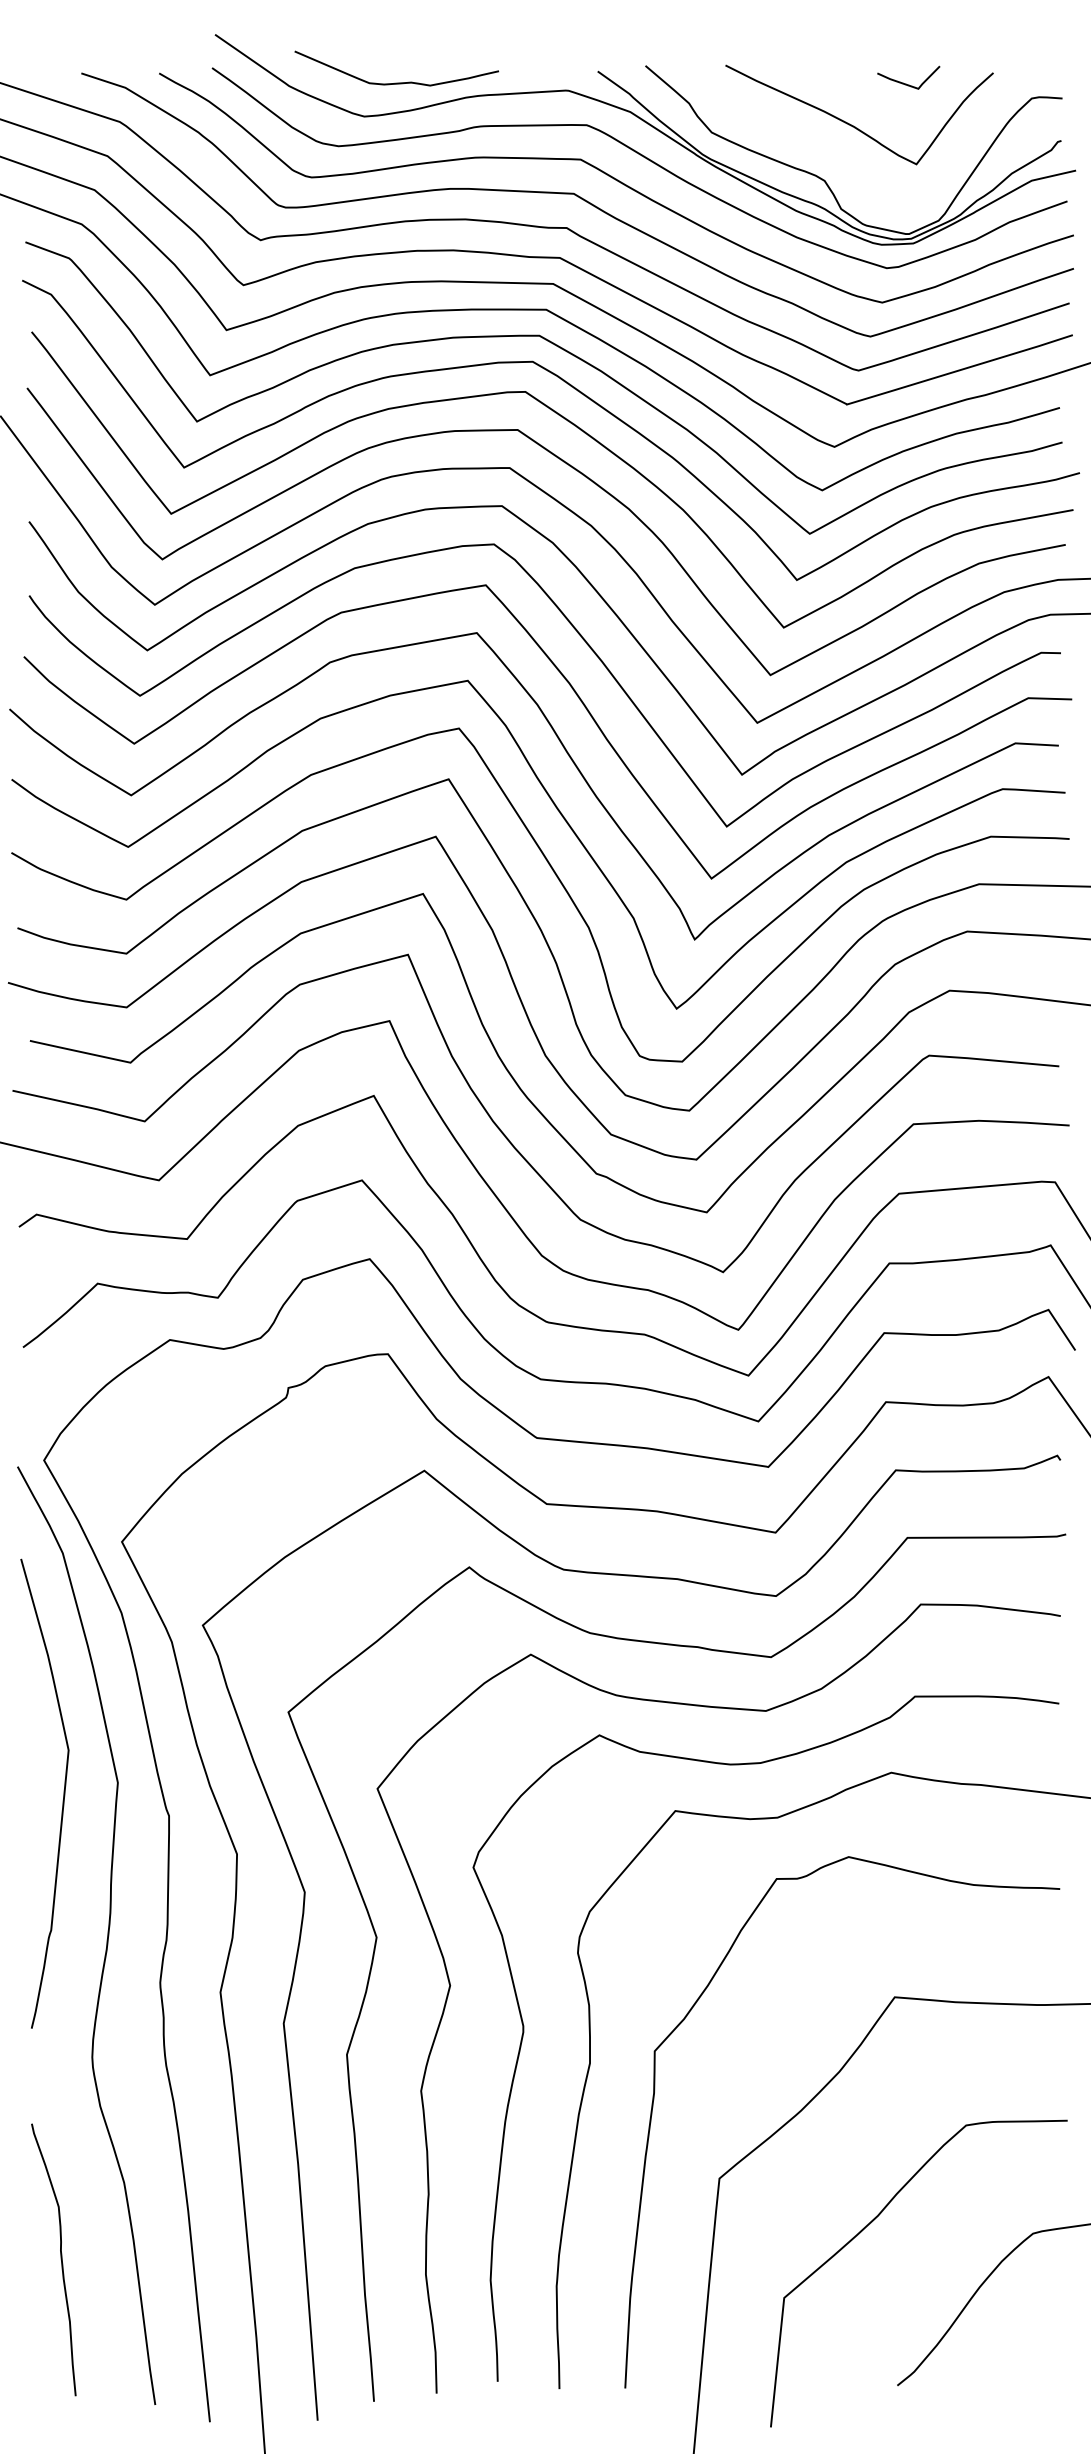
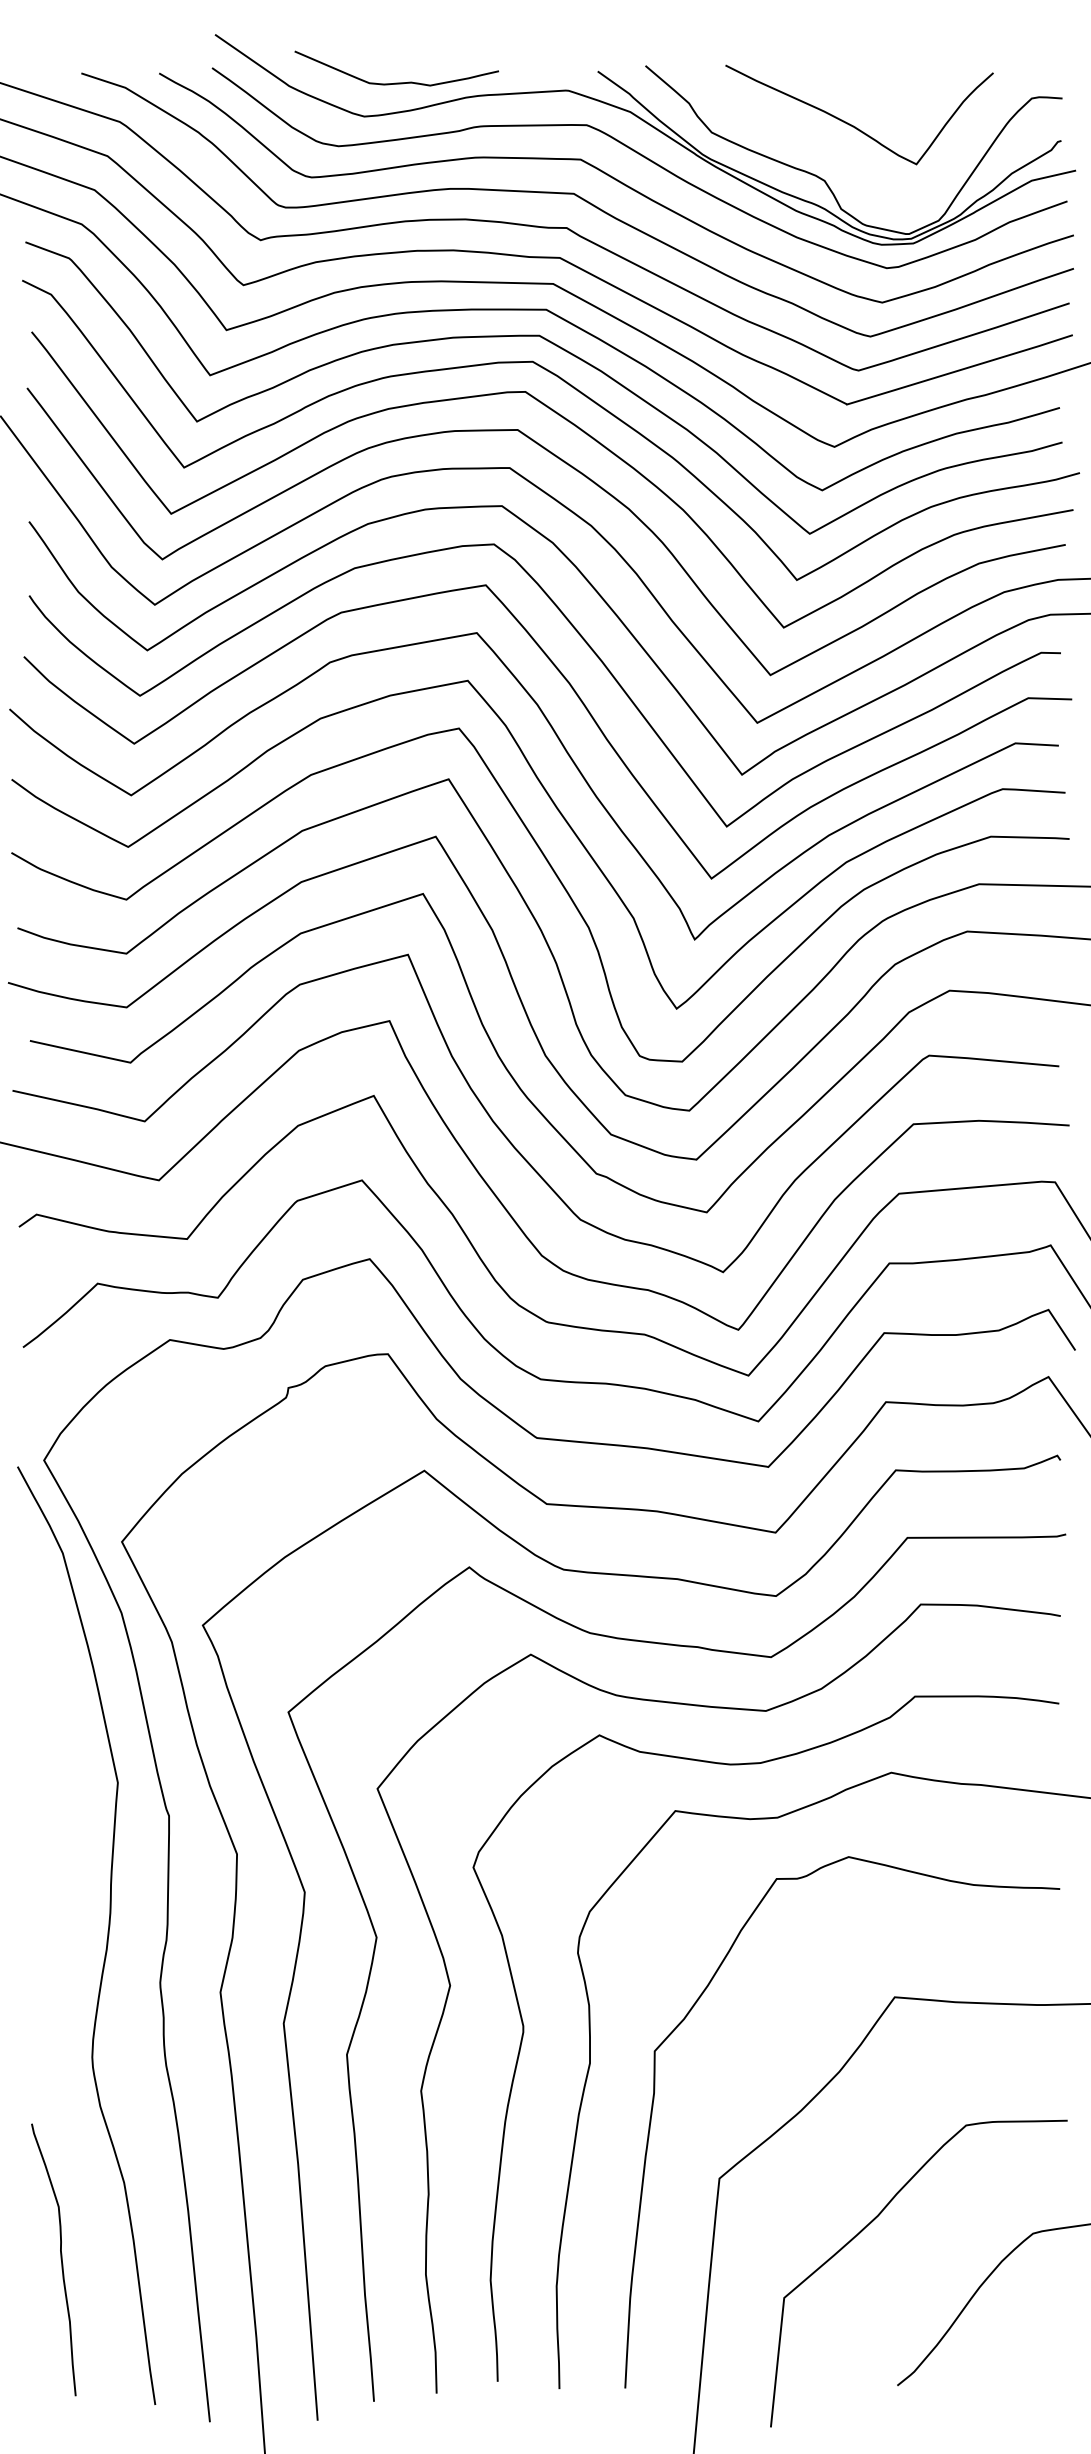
line at (906, 83): present -> none
curve at (63, 1793): present -> none
